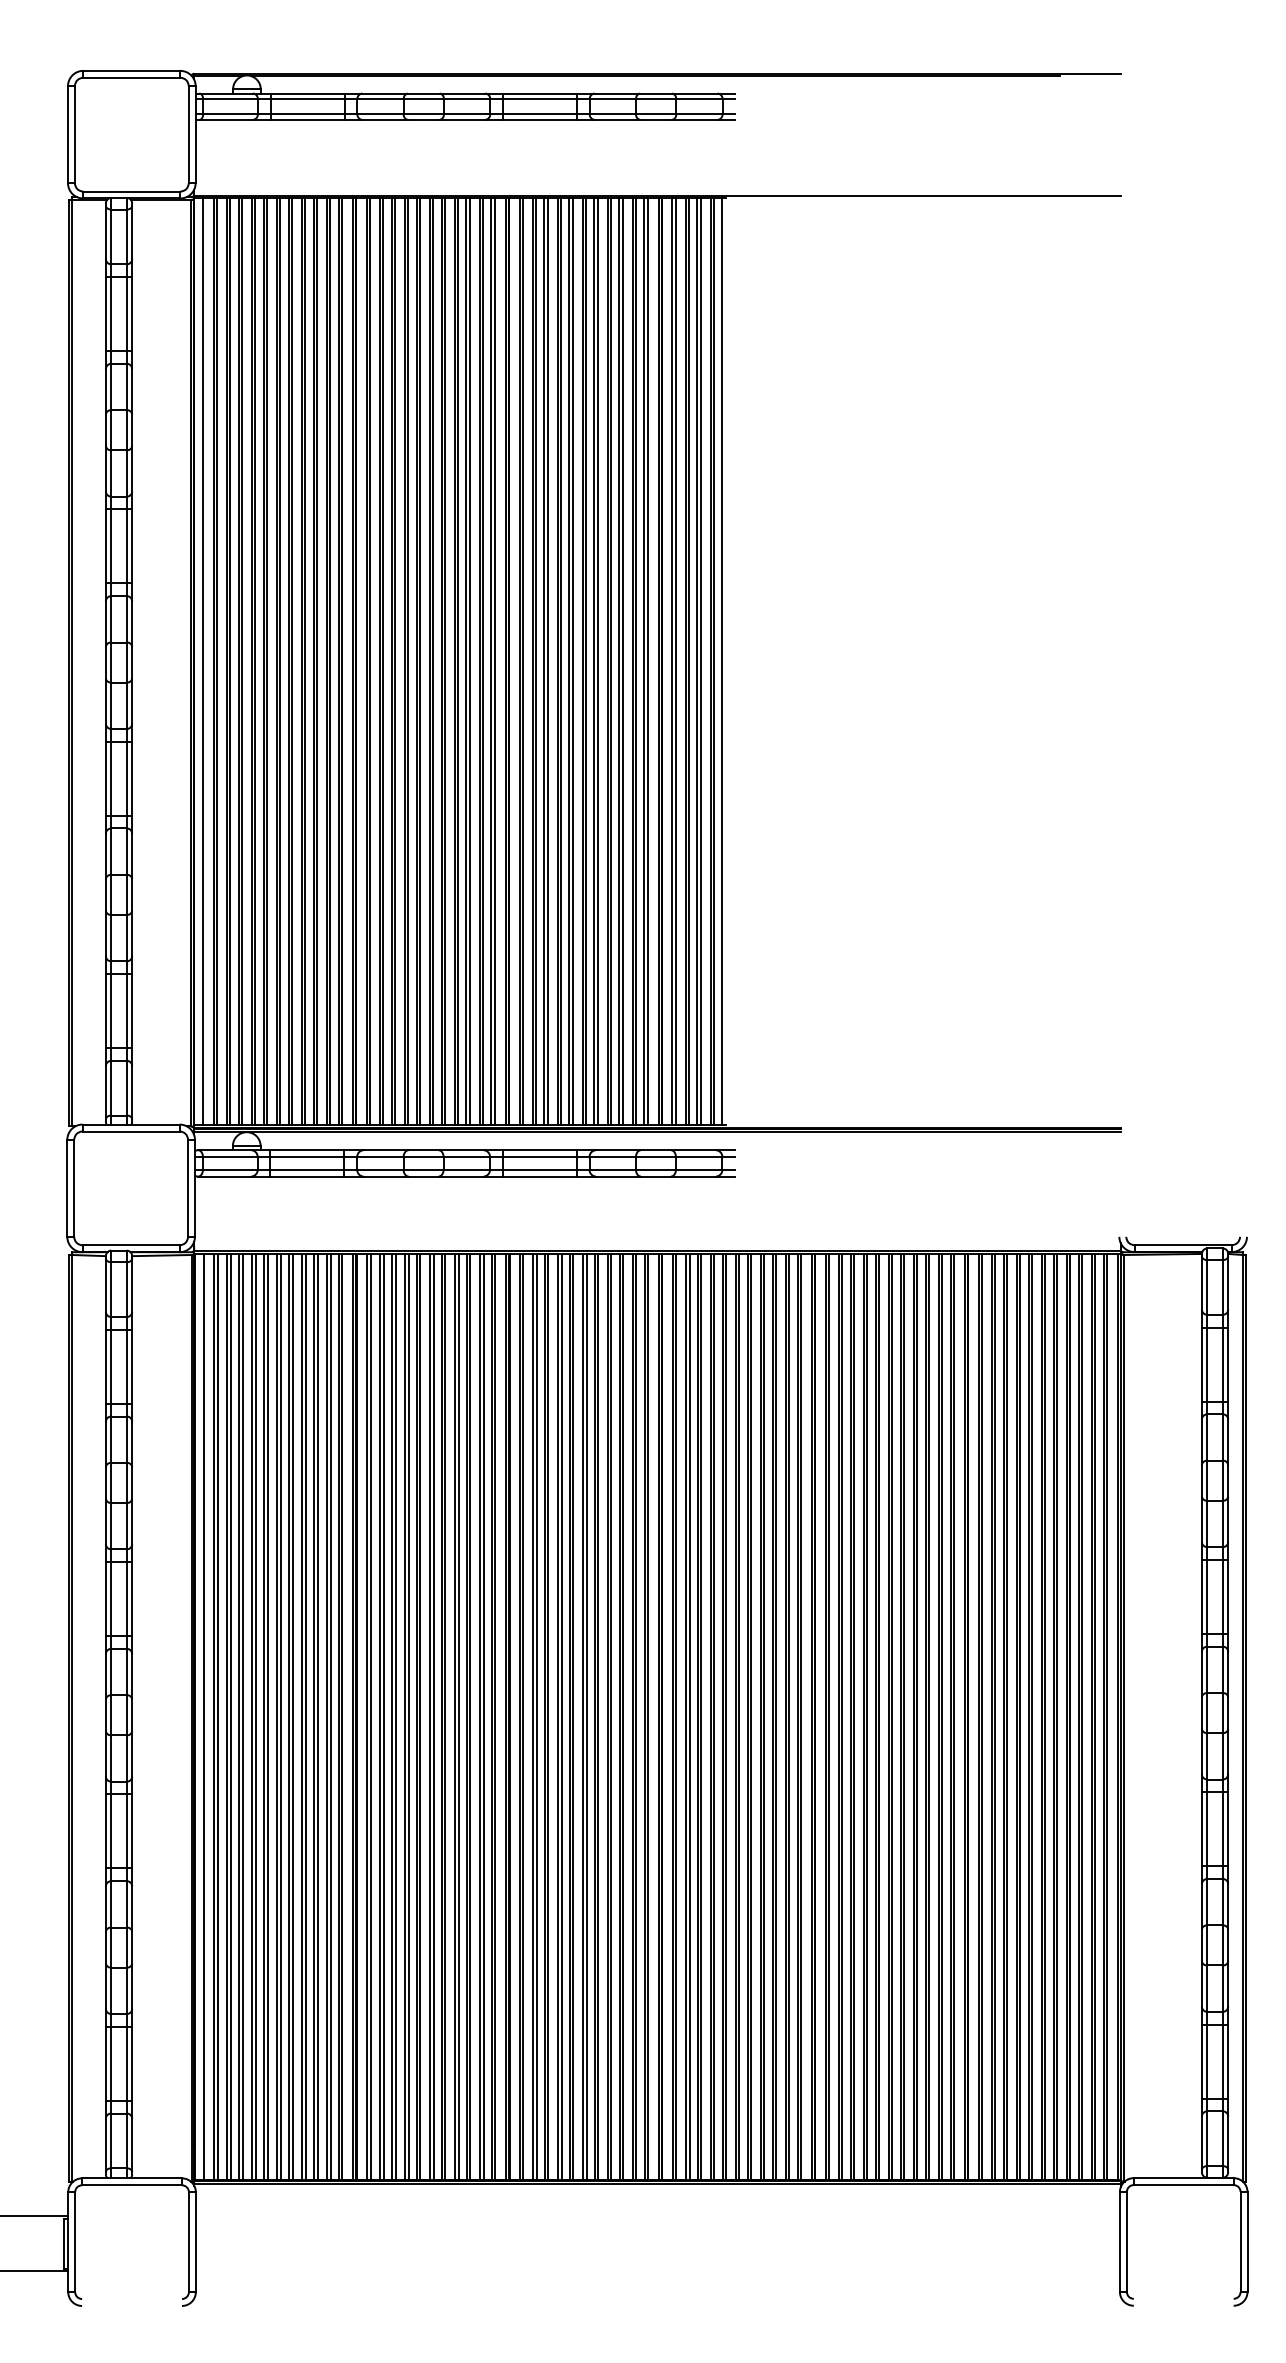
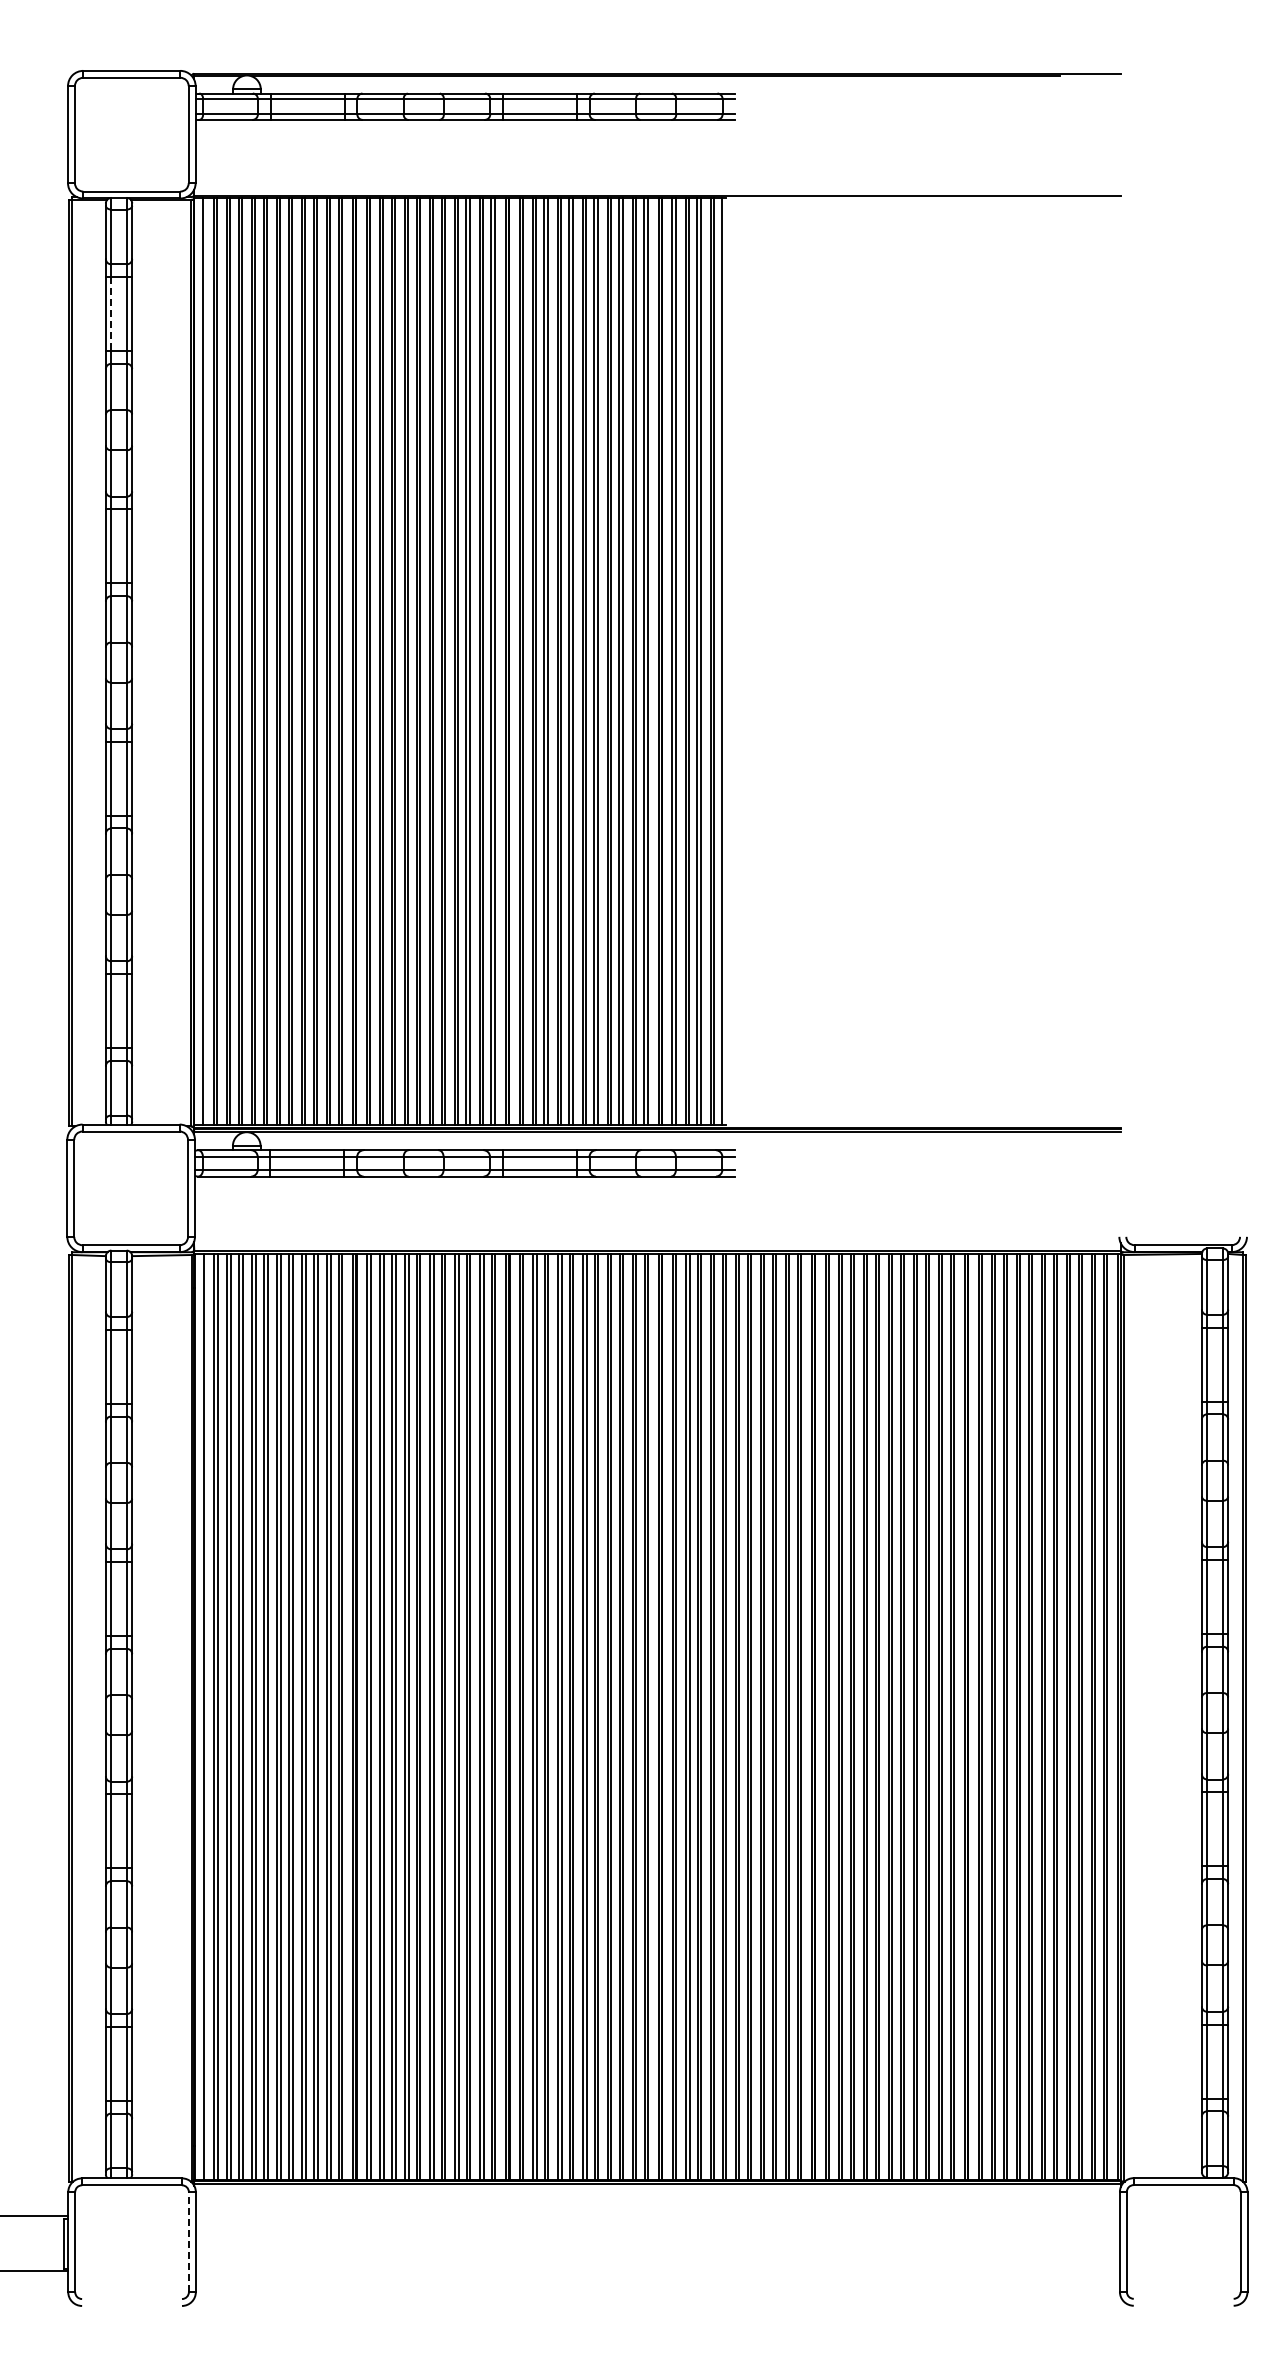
line at (111, 314): solid -> dashed
line at (188, 2242): solid -> dashed
